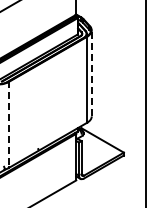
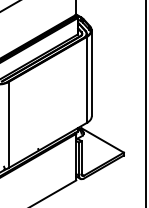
line at (91, 72): dashed -> solid
line at (8, 123): dashed -> solid
